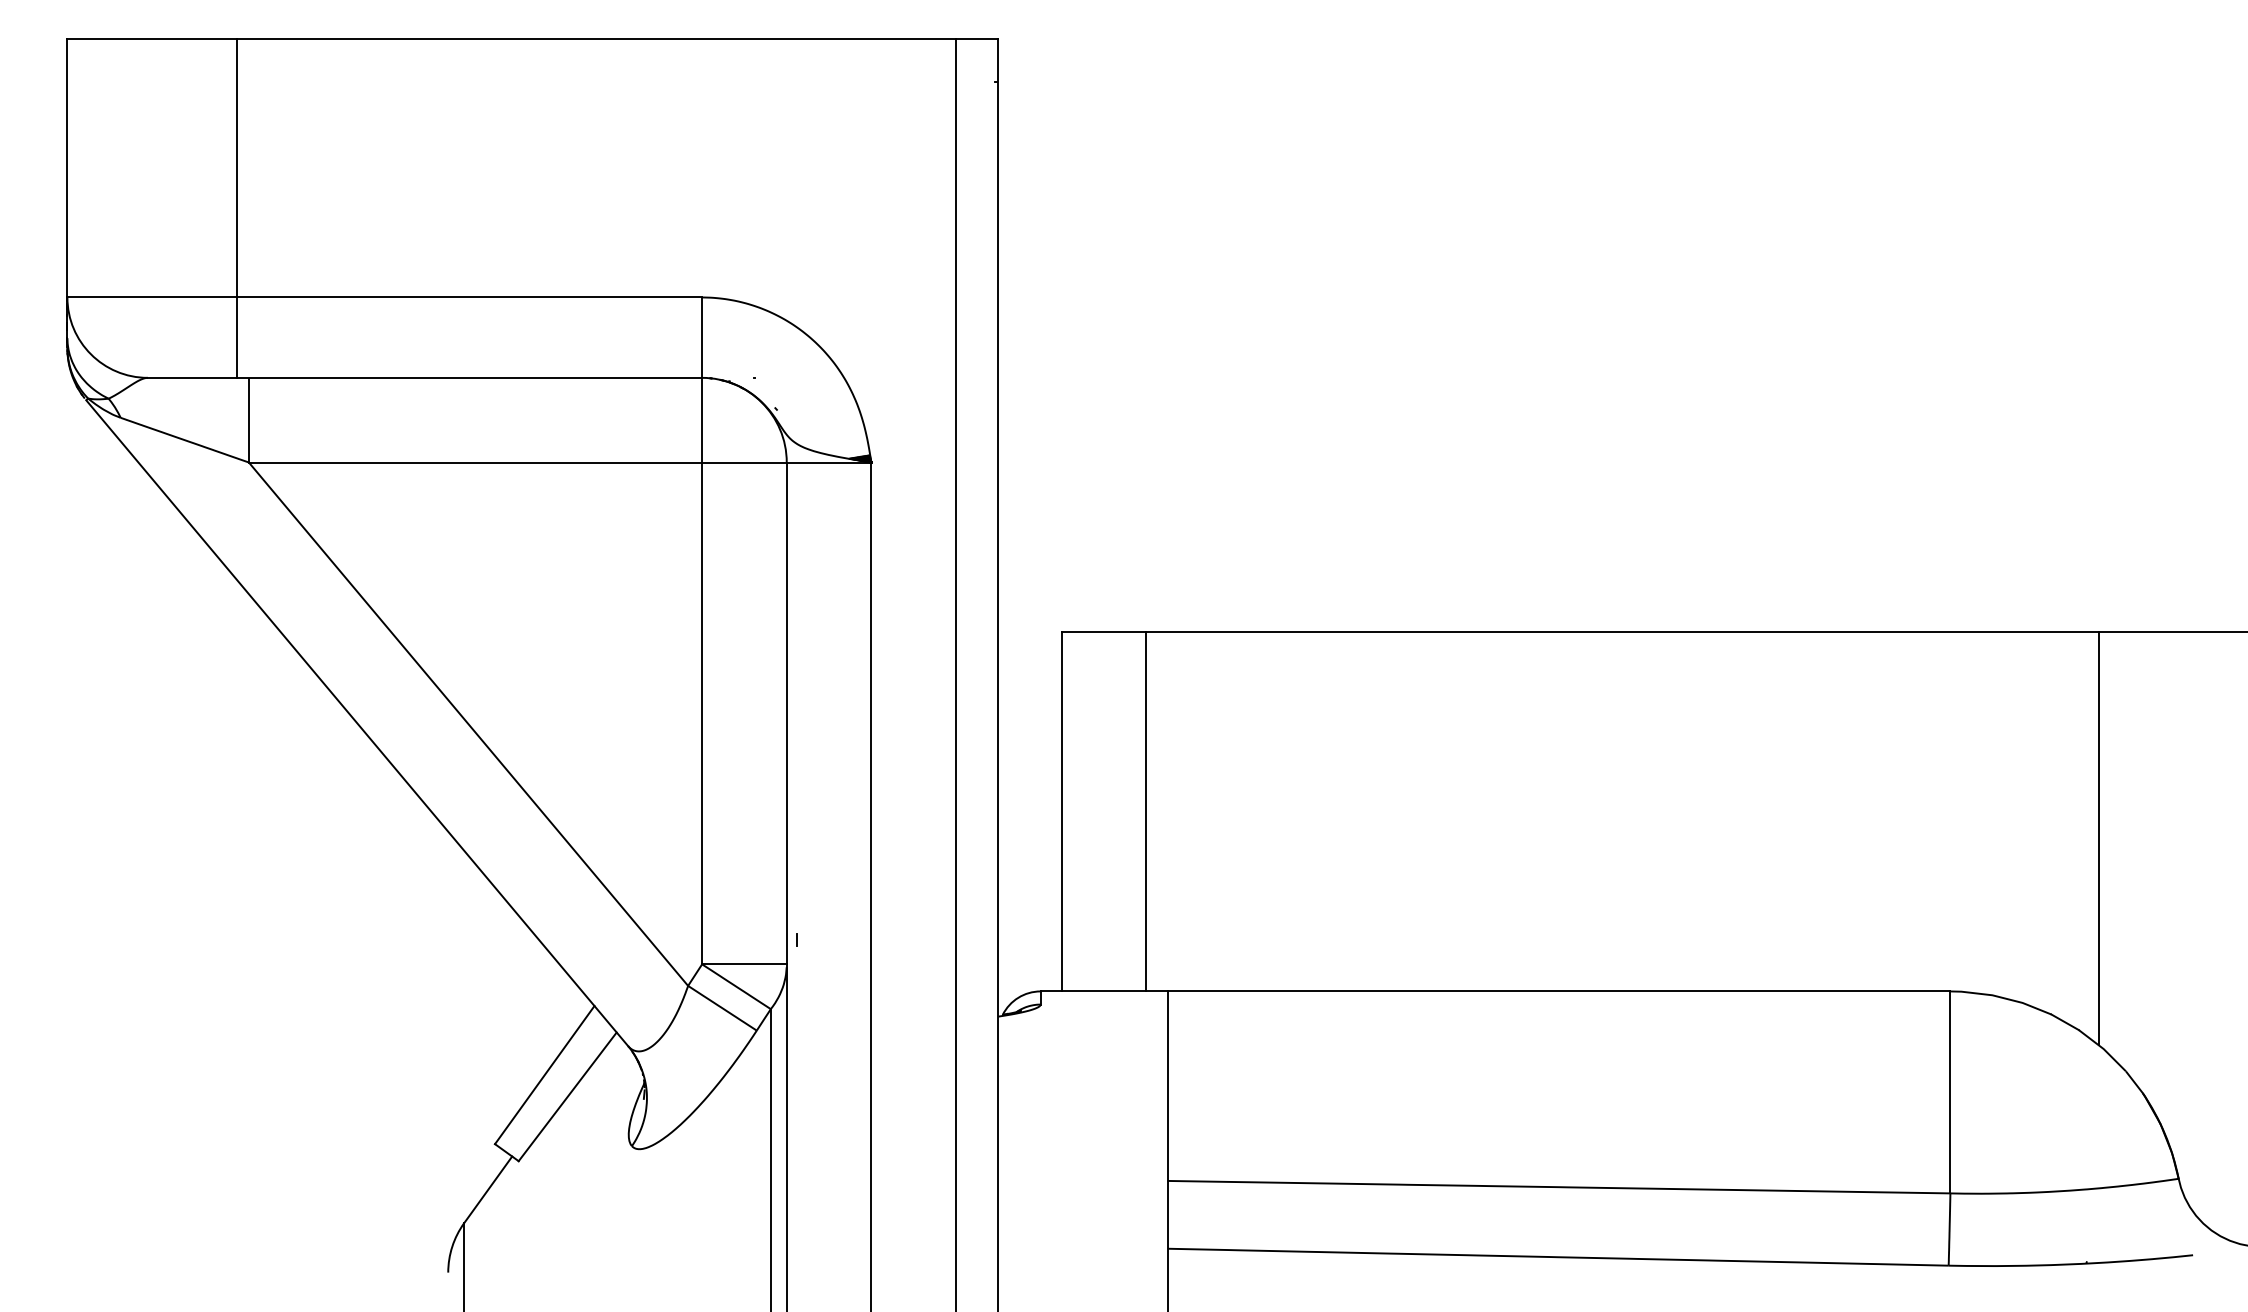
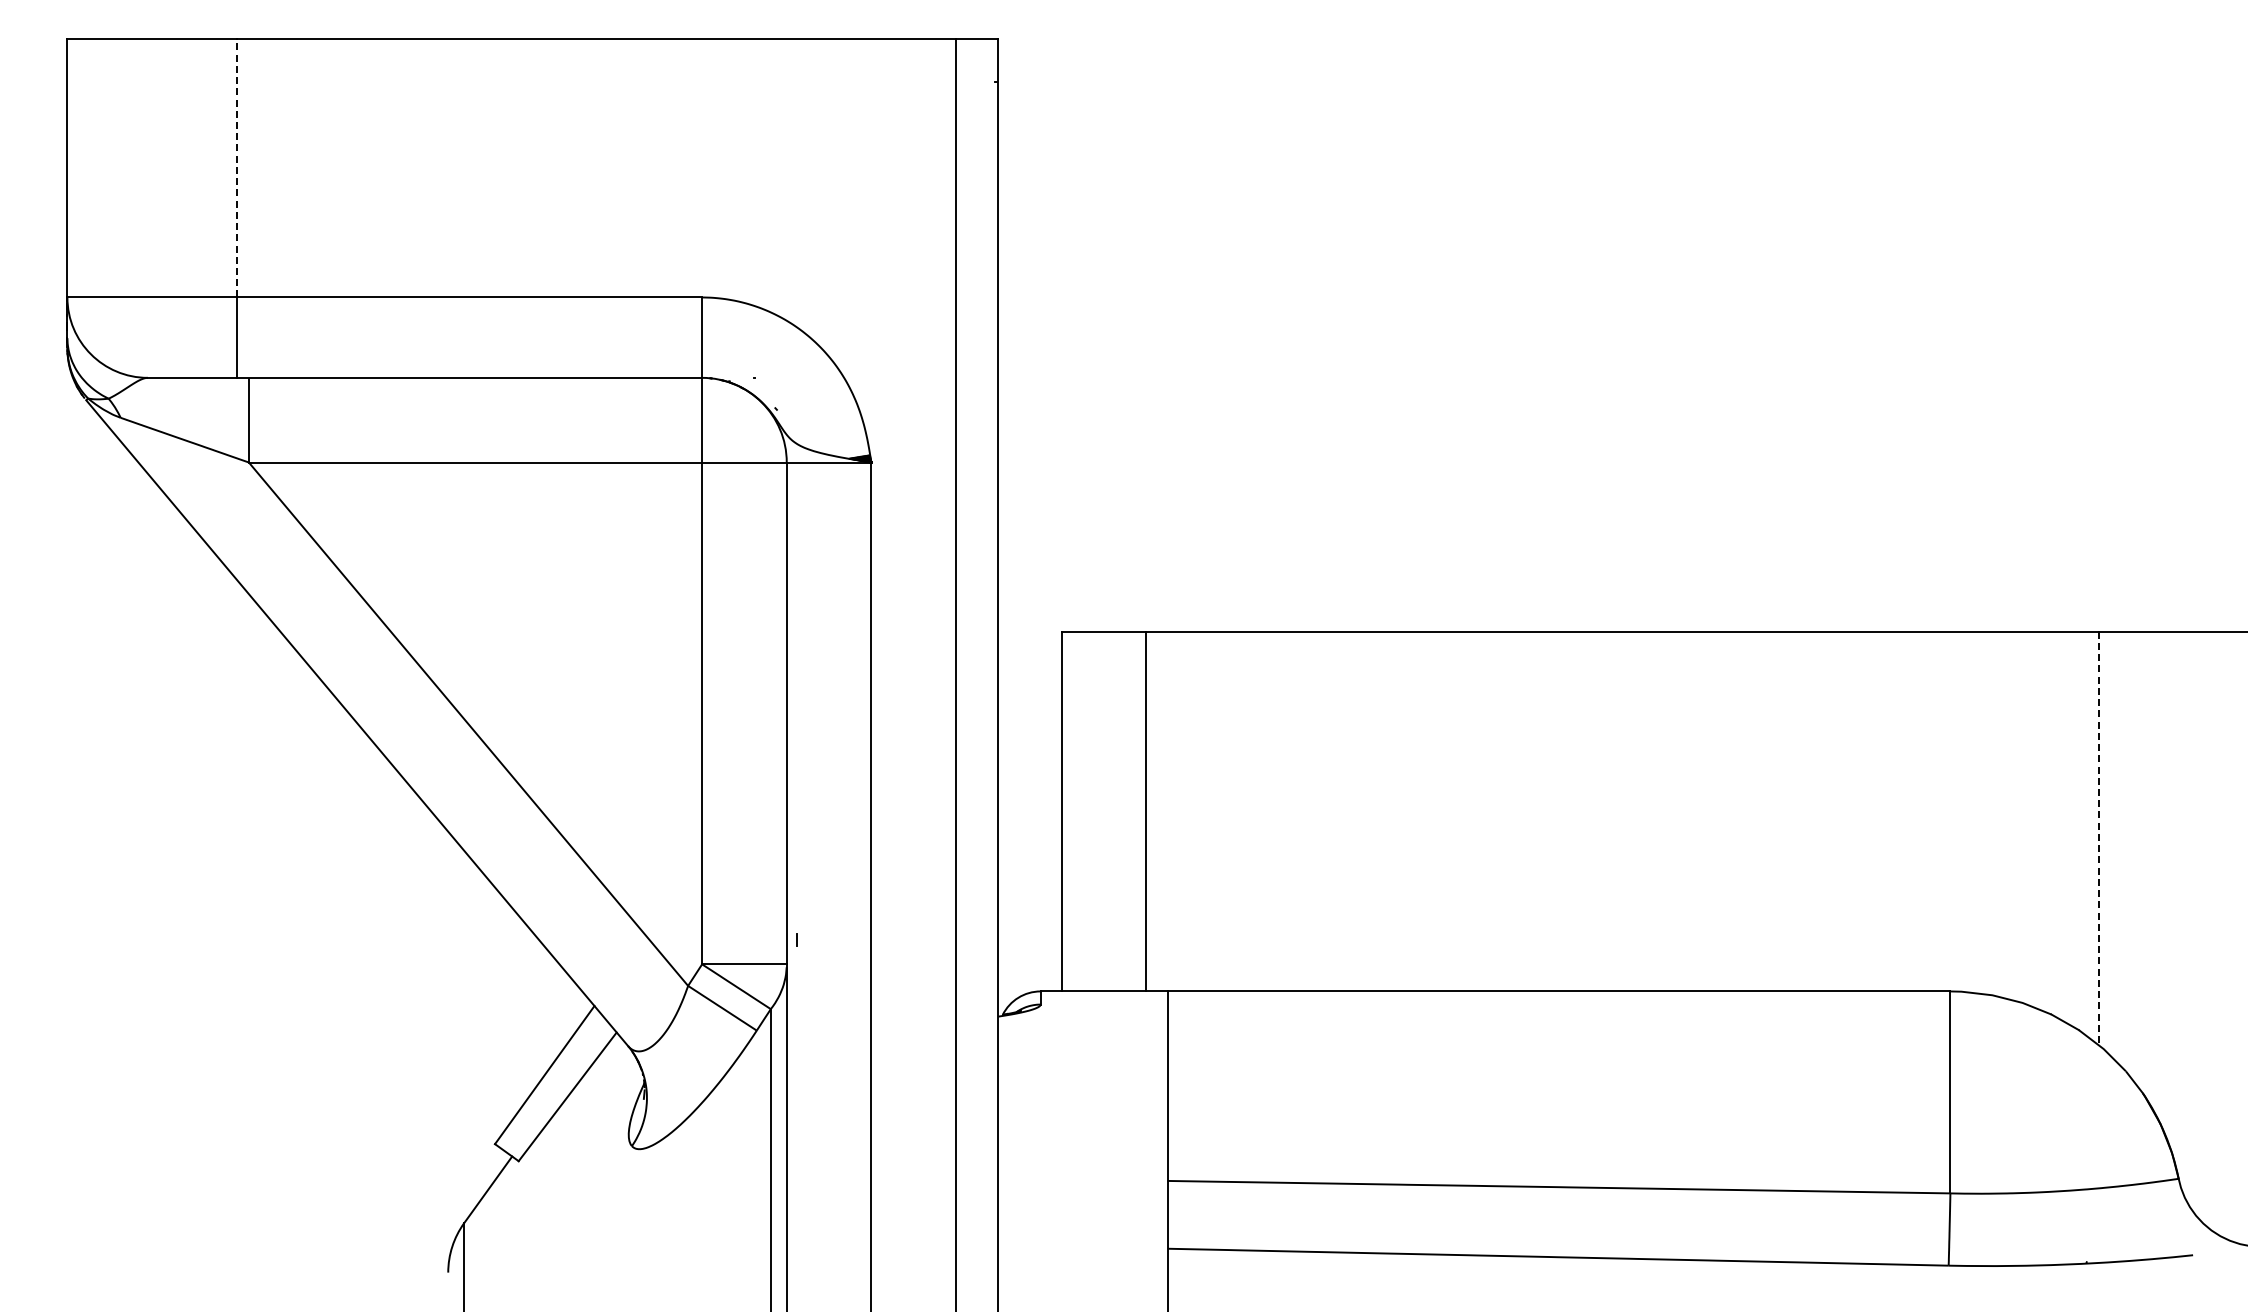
line at (236, 167): solid -> dashed
line at (2098, 838): solid -> dashed
